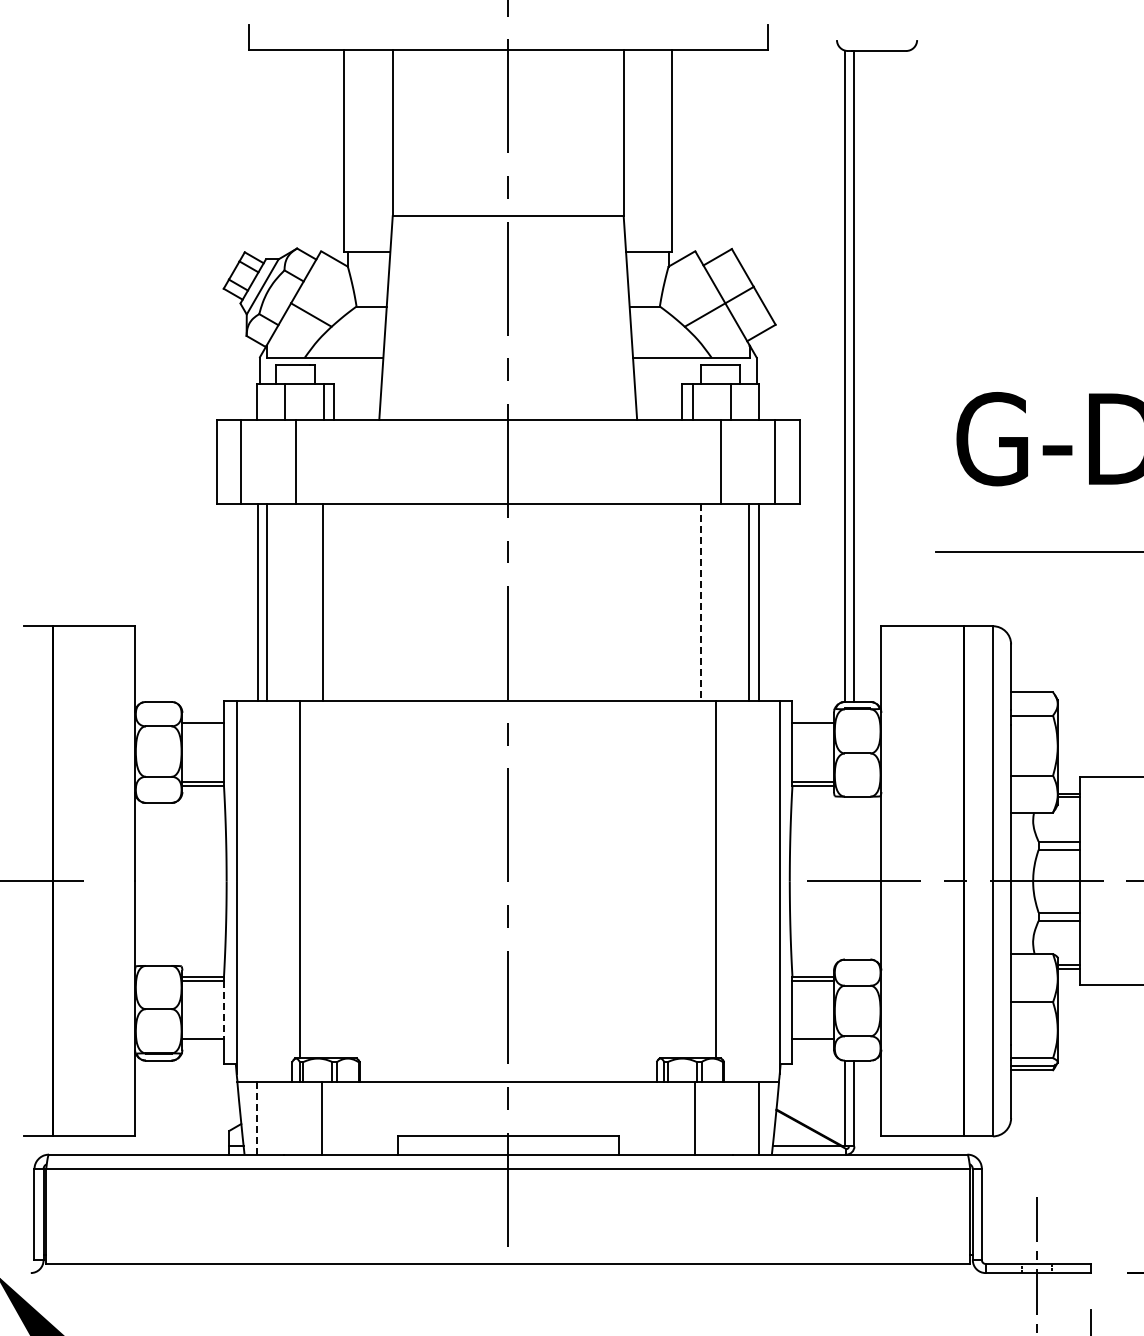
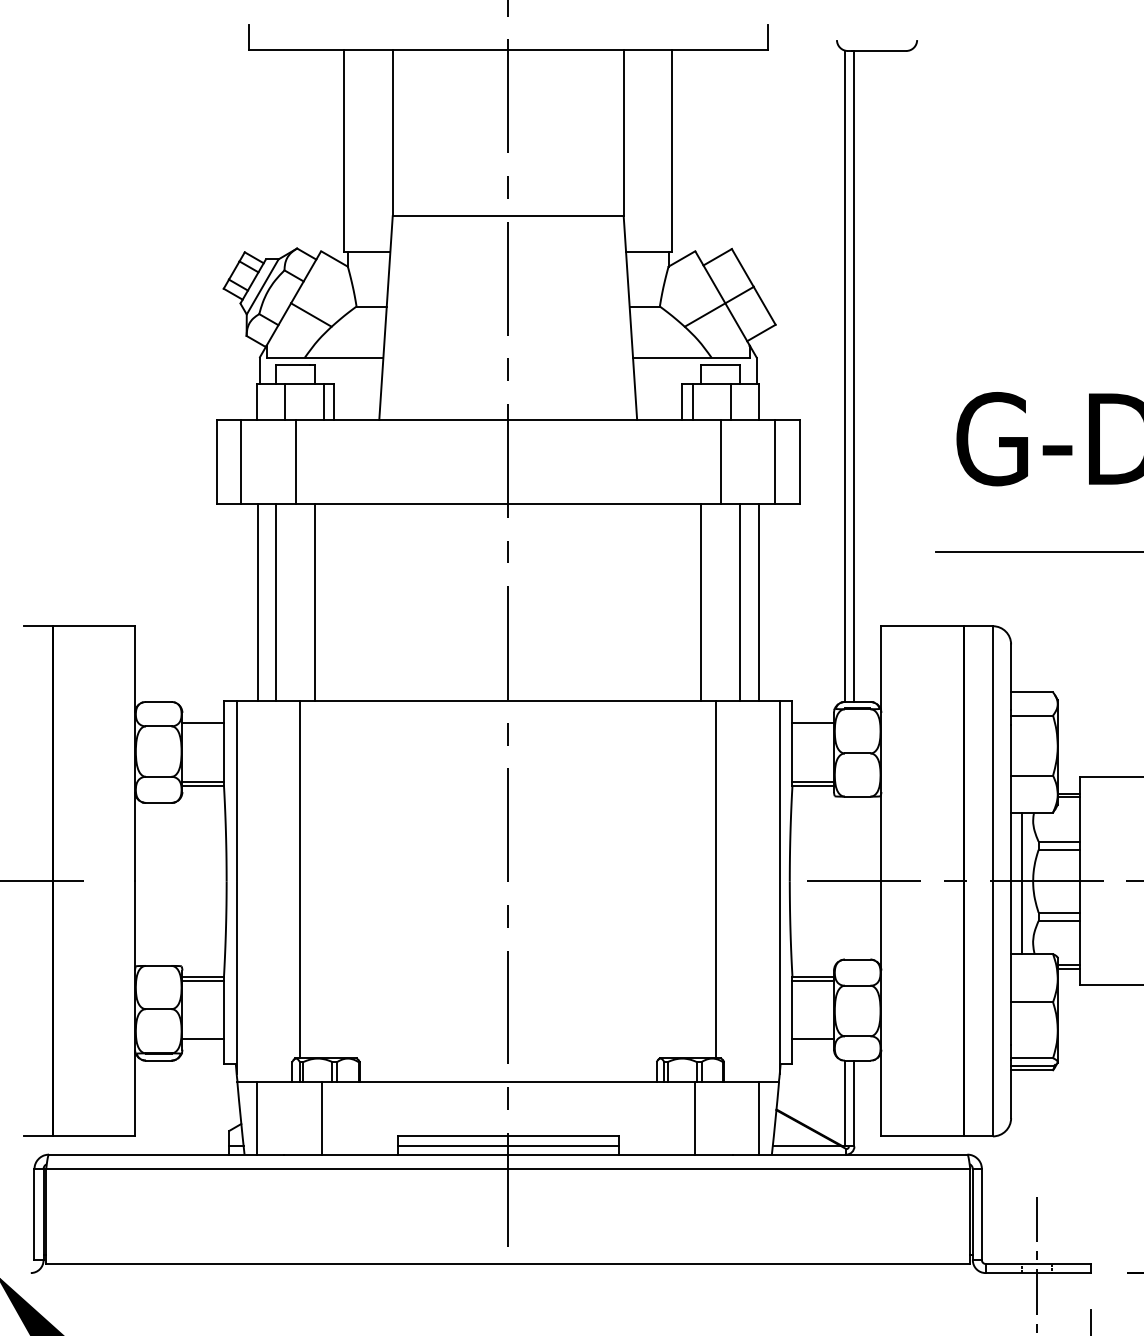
line at (267, 601) position: (267, 601) -> (276, 601)
line at (323, 601) position: (323, 601) -> (315, 601)
line at (749, 601) position: (749, 601) -> (740, 601)
line at (701, 602): dashed -> solid
line at (1022, 883): none -> present
line at (223, 1010): dashed -> solid
line at (256, 1117): dashed -> solid
line at (507, 1145): none -> present
